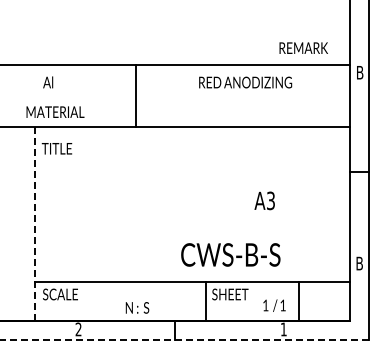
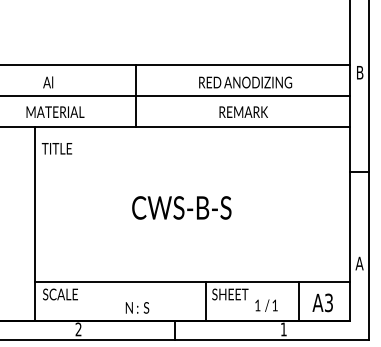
text at (303, 47) position: (303, 47) -> (243, 111)
line at (175, 95): none -> present
text at (264, 200) position: (264, 200) -> (322, 302)
line at (34, 223): dashed -> solid
text at (230, 254) position: (230, 254) -> (181, 207)
text at (359, 263): B -> A
text at (274, 305) position: (274, 305) -> (266, 305)
line at (183, 340): dashed -> solid
